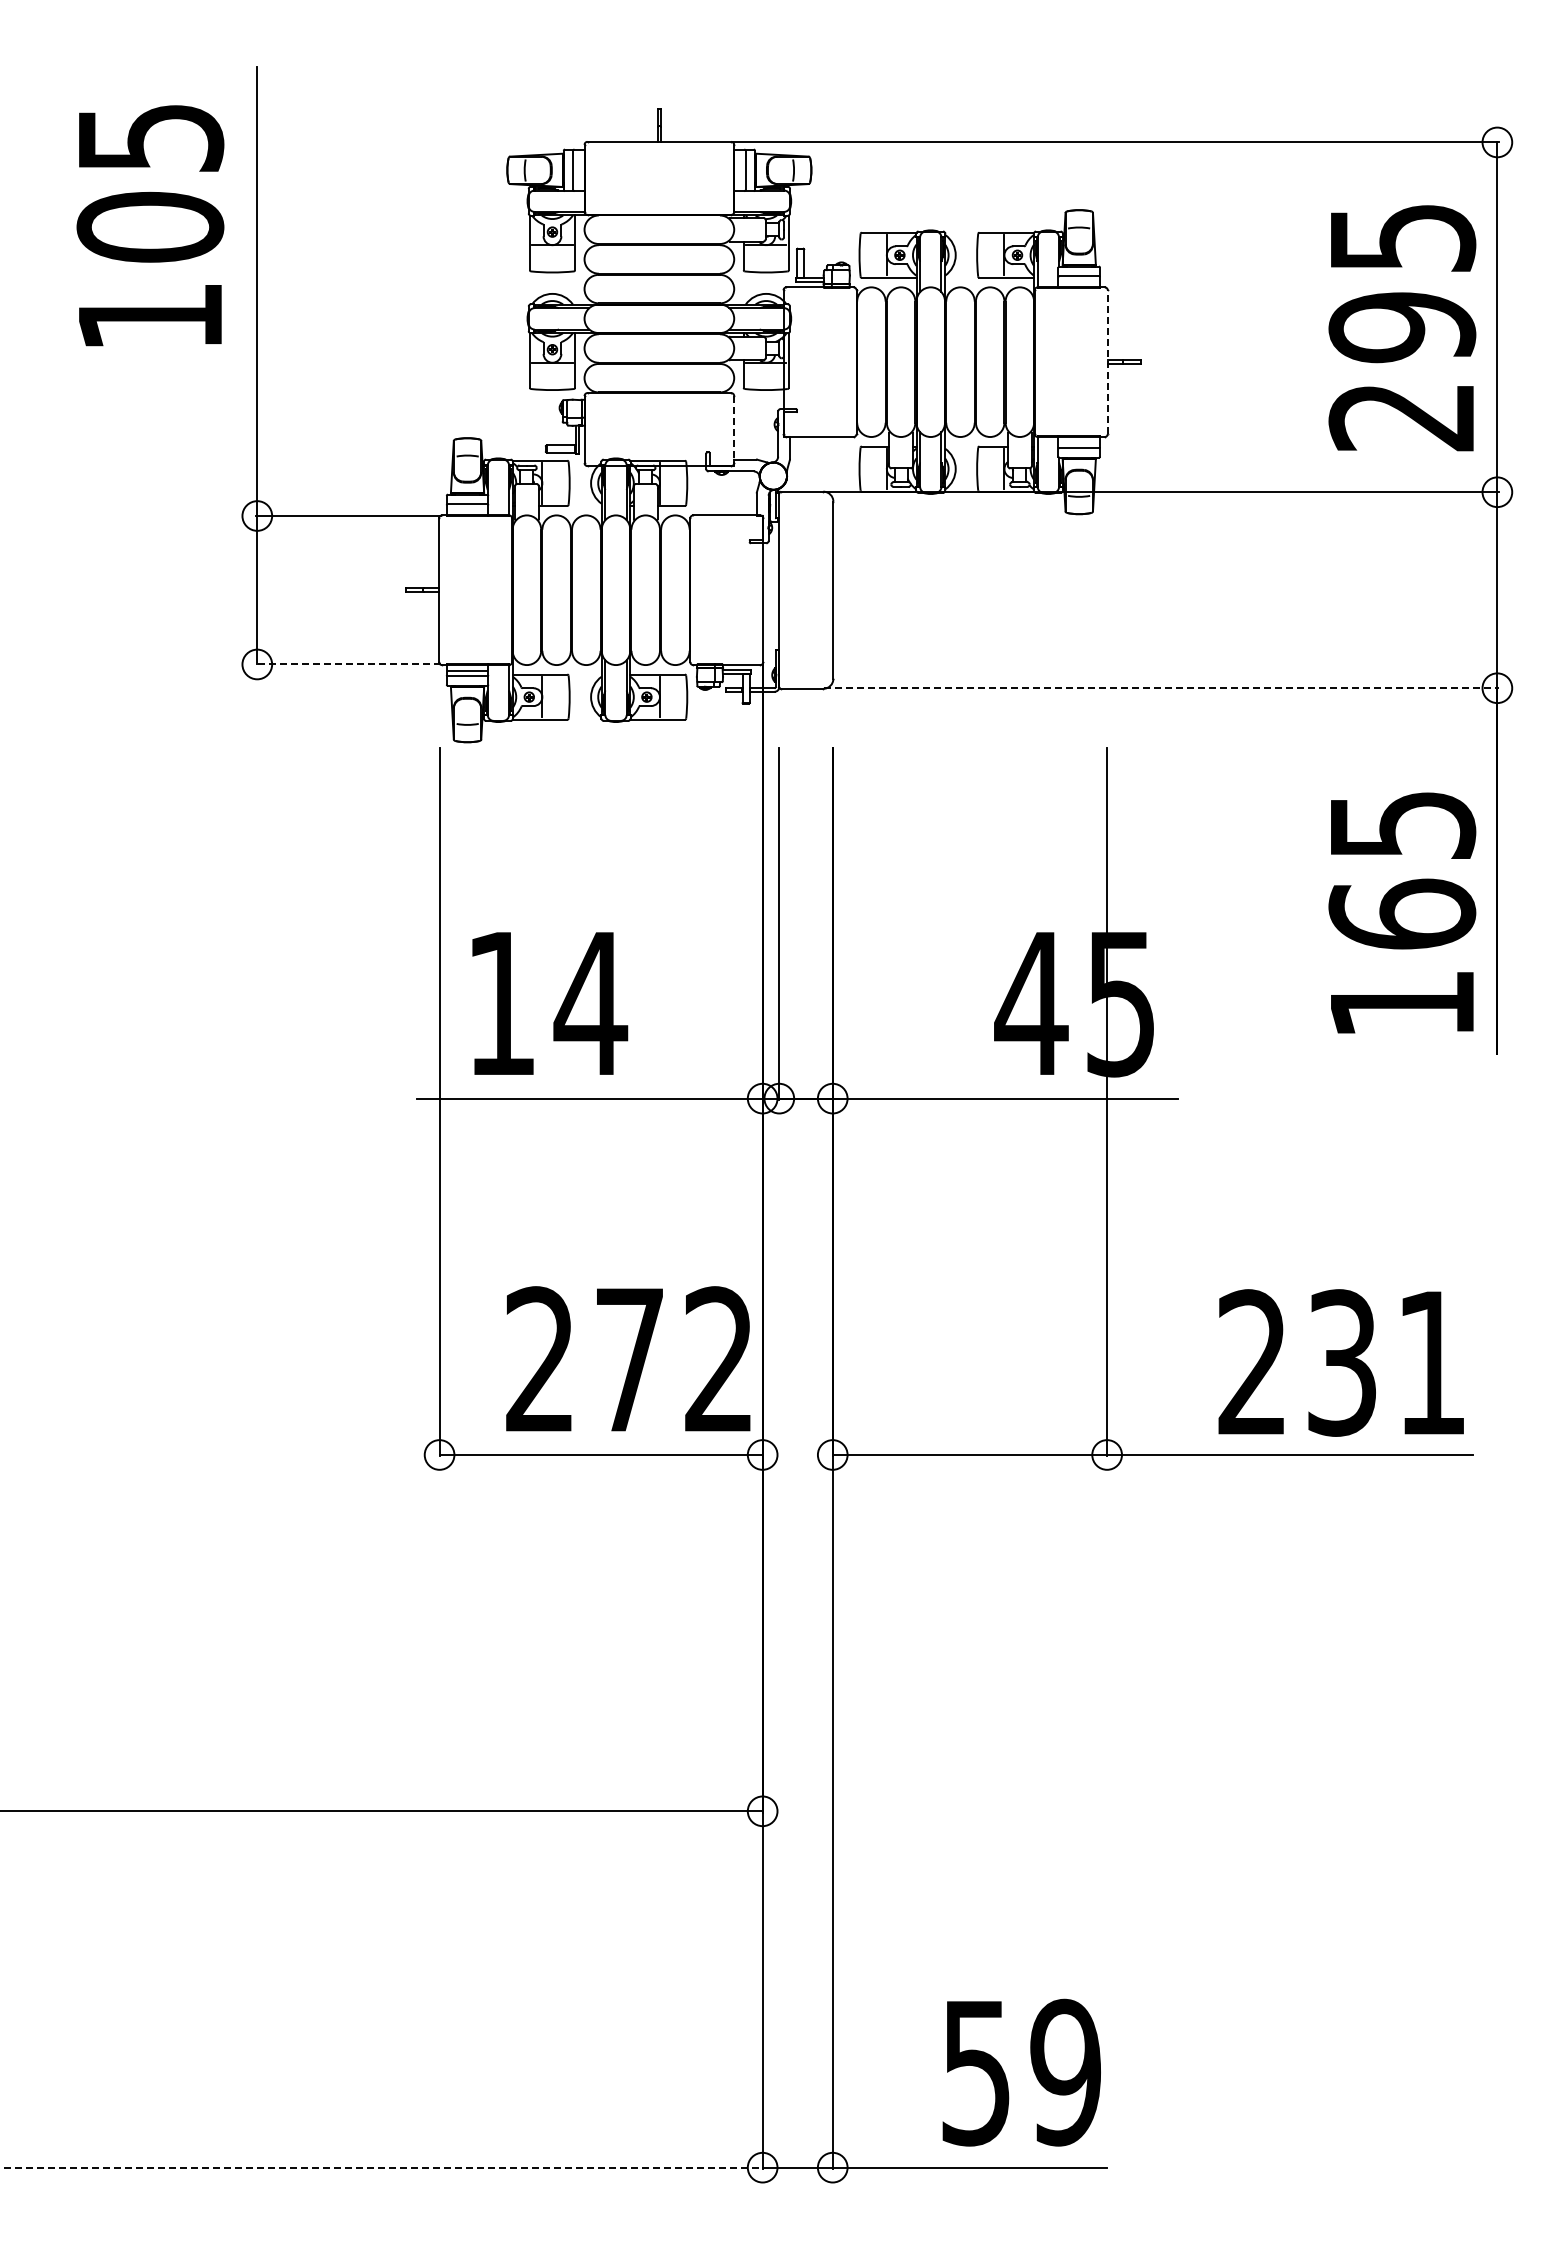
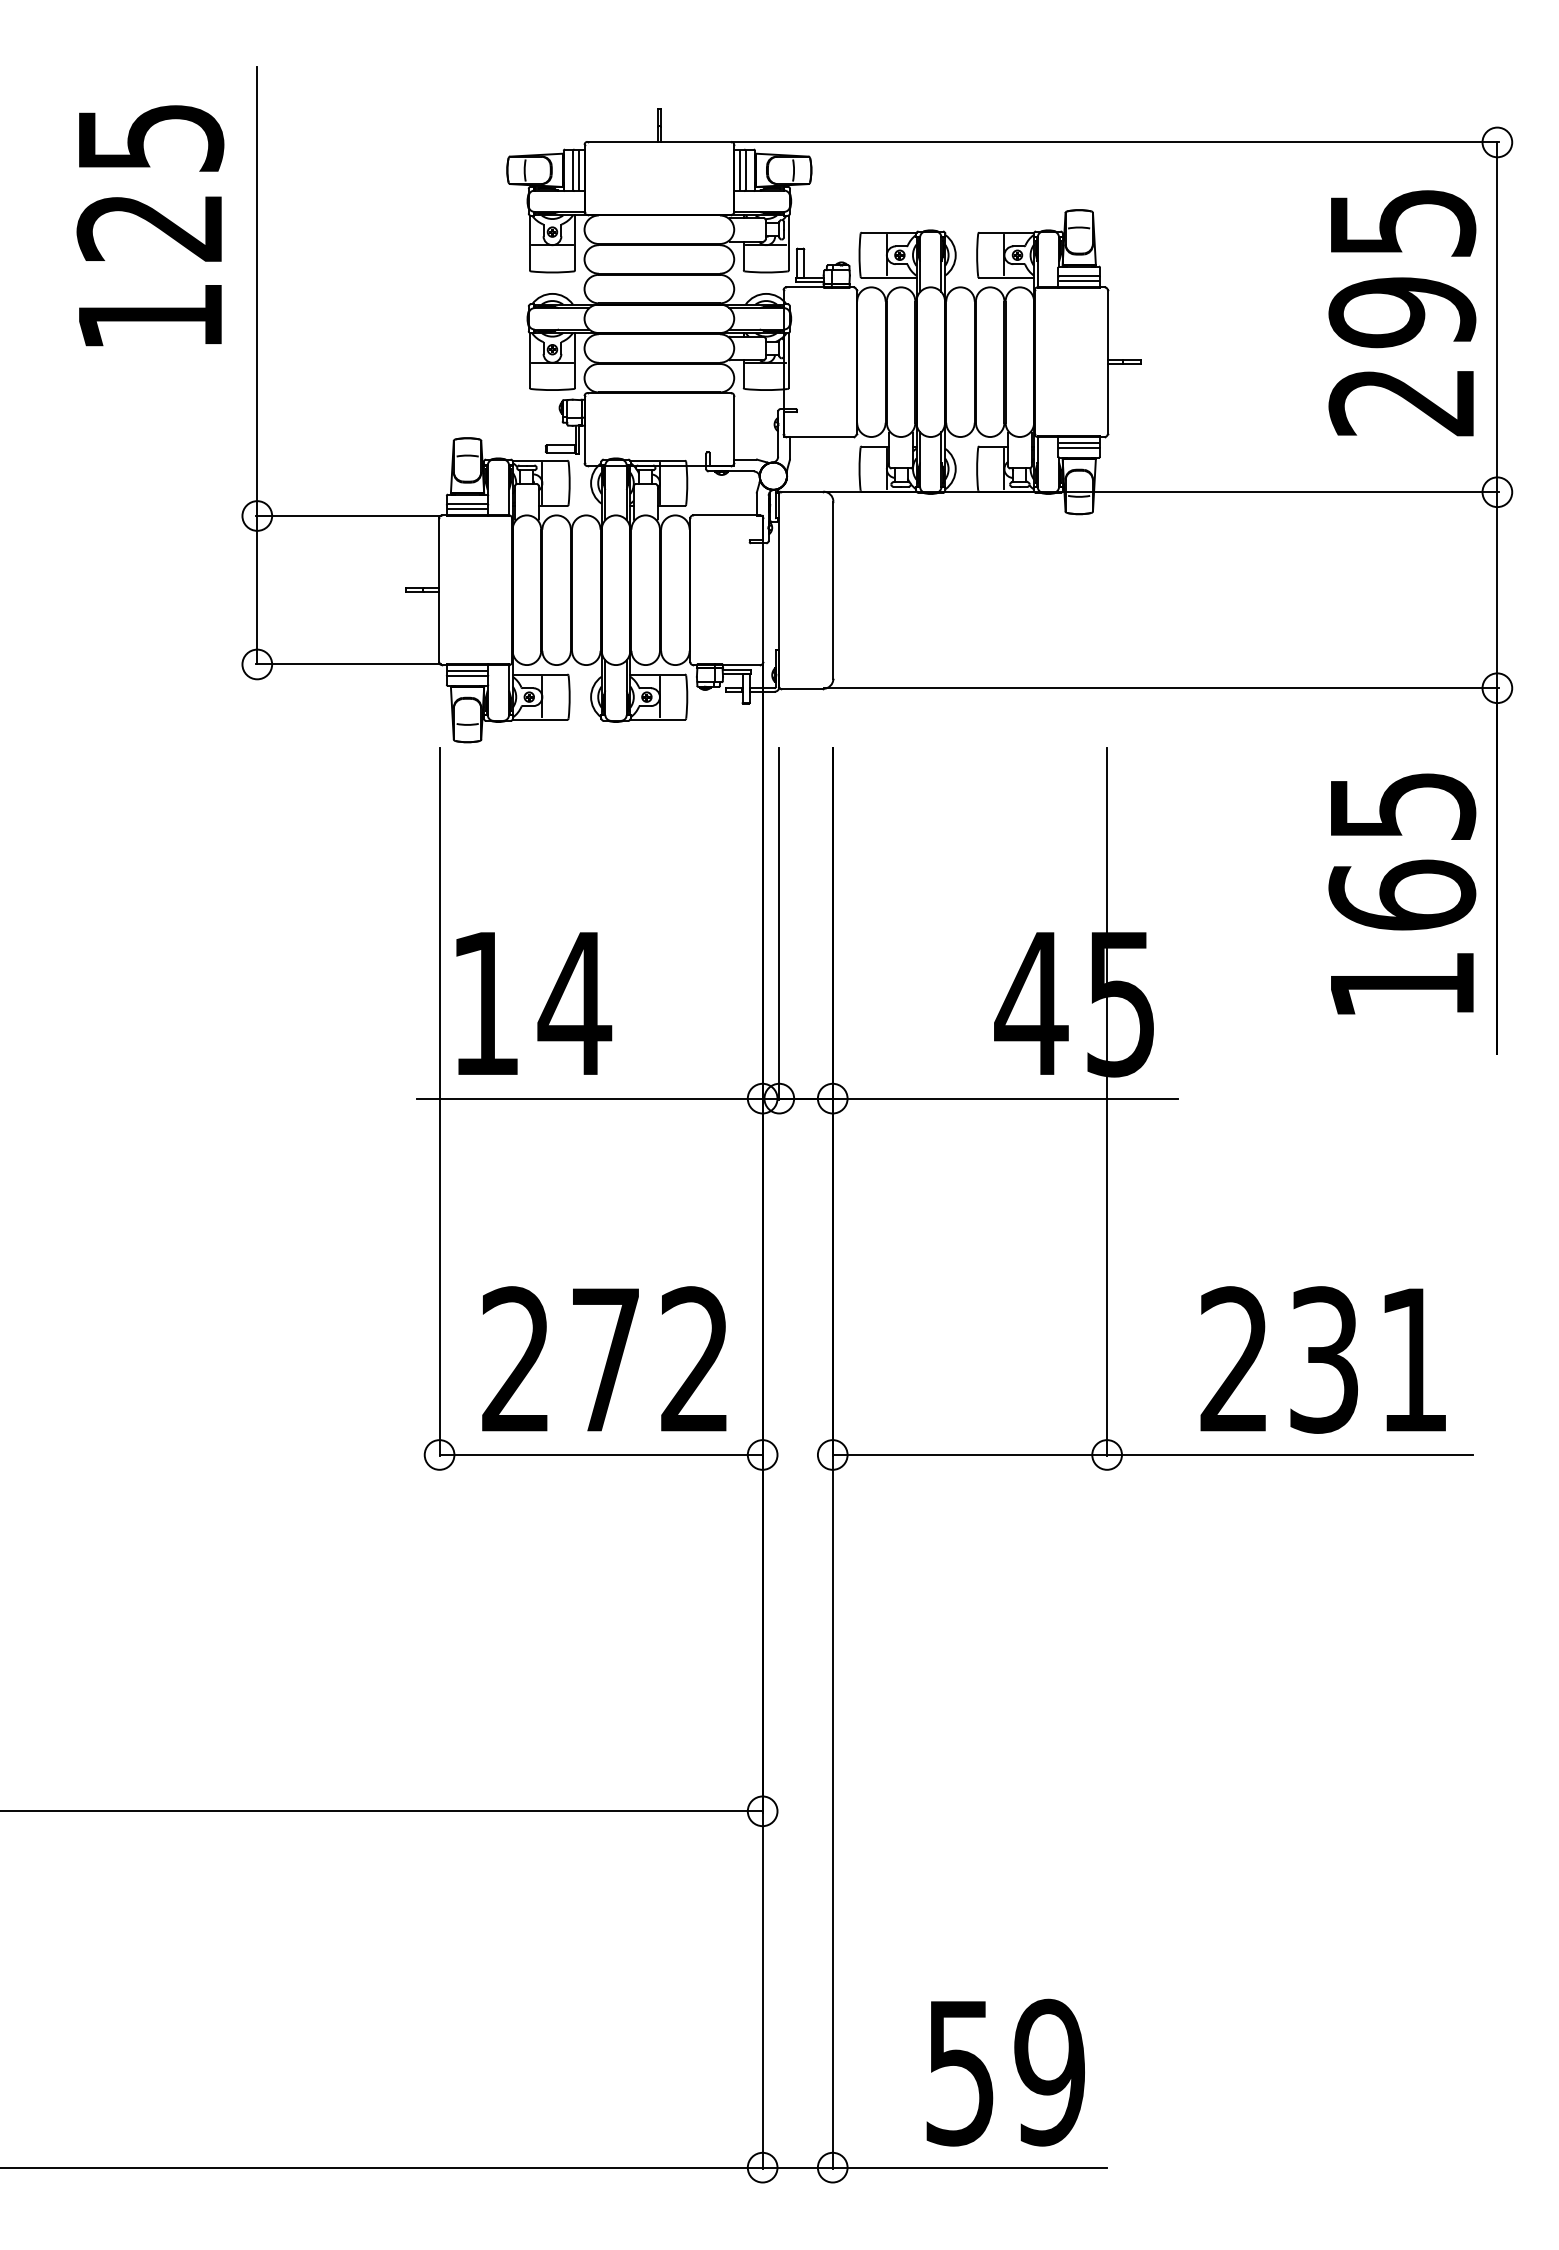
line at (578, 170): none -> present
line at (740, 170): none -> present
text at (150, 226): 105 -> 125
line at (1078, 281): none -> present
text at (1402, 328) position: (1402, 328) -> (1402, 313)
line at (1107, 362): dashed -> solid
line at (734, 429): dashed -> solid
line at (1078, 442): none -> present
line at (467, 509): none -> present
line at (347, 664): dashed -> solid
line at (1162, 688): dashed -> solid
text at (1402, 912) position: (1402, 912) -> (1402, 893)
text at (550, 1003) position: (550, 1003) -> (534, 1003)
text at (628, 1358) position: (628, 1358) -> (604, 1358)
text at (1340, 1362) position: (1340, 1362) -> (1322, 1359)
text at (1021, 2072) position: (1021, 2072) -> (1005, 2072)
line at (381, 2167): dashed -> solid
